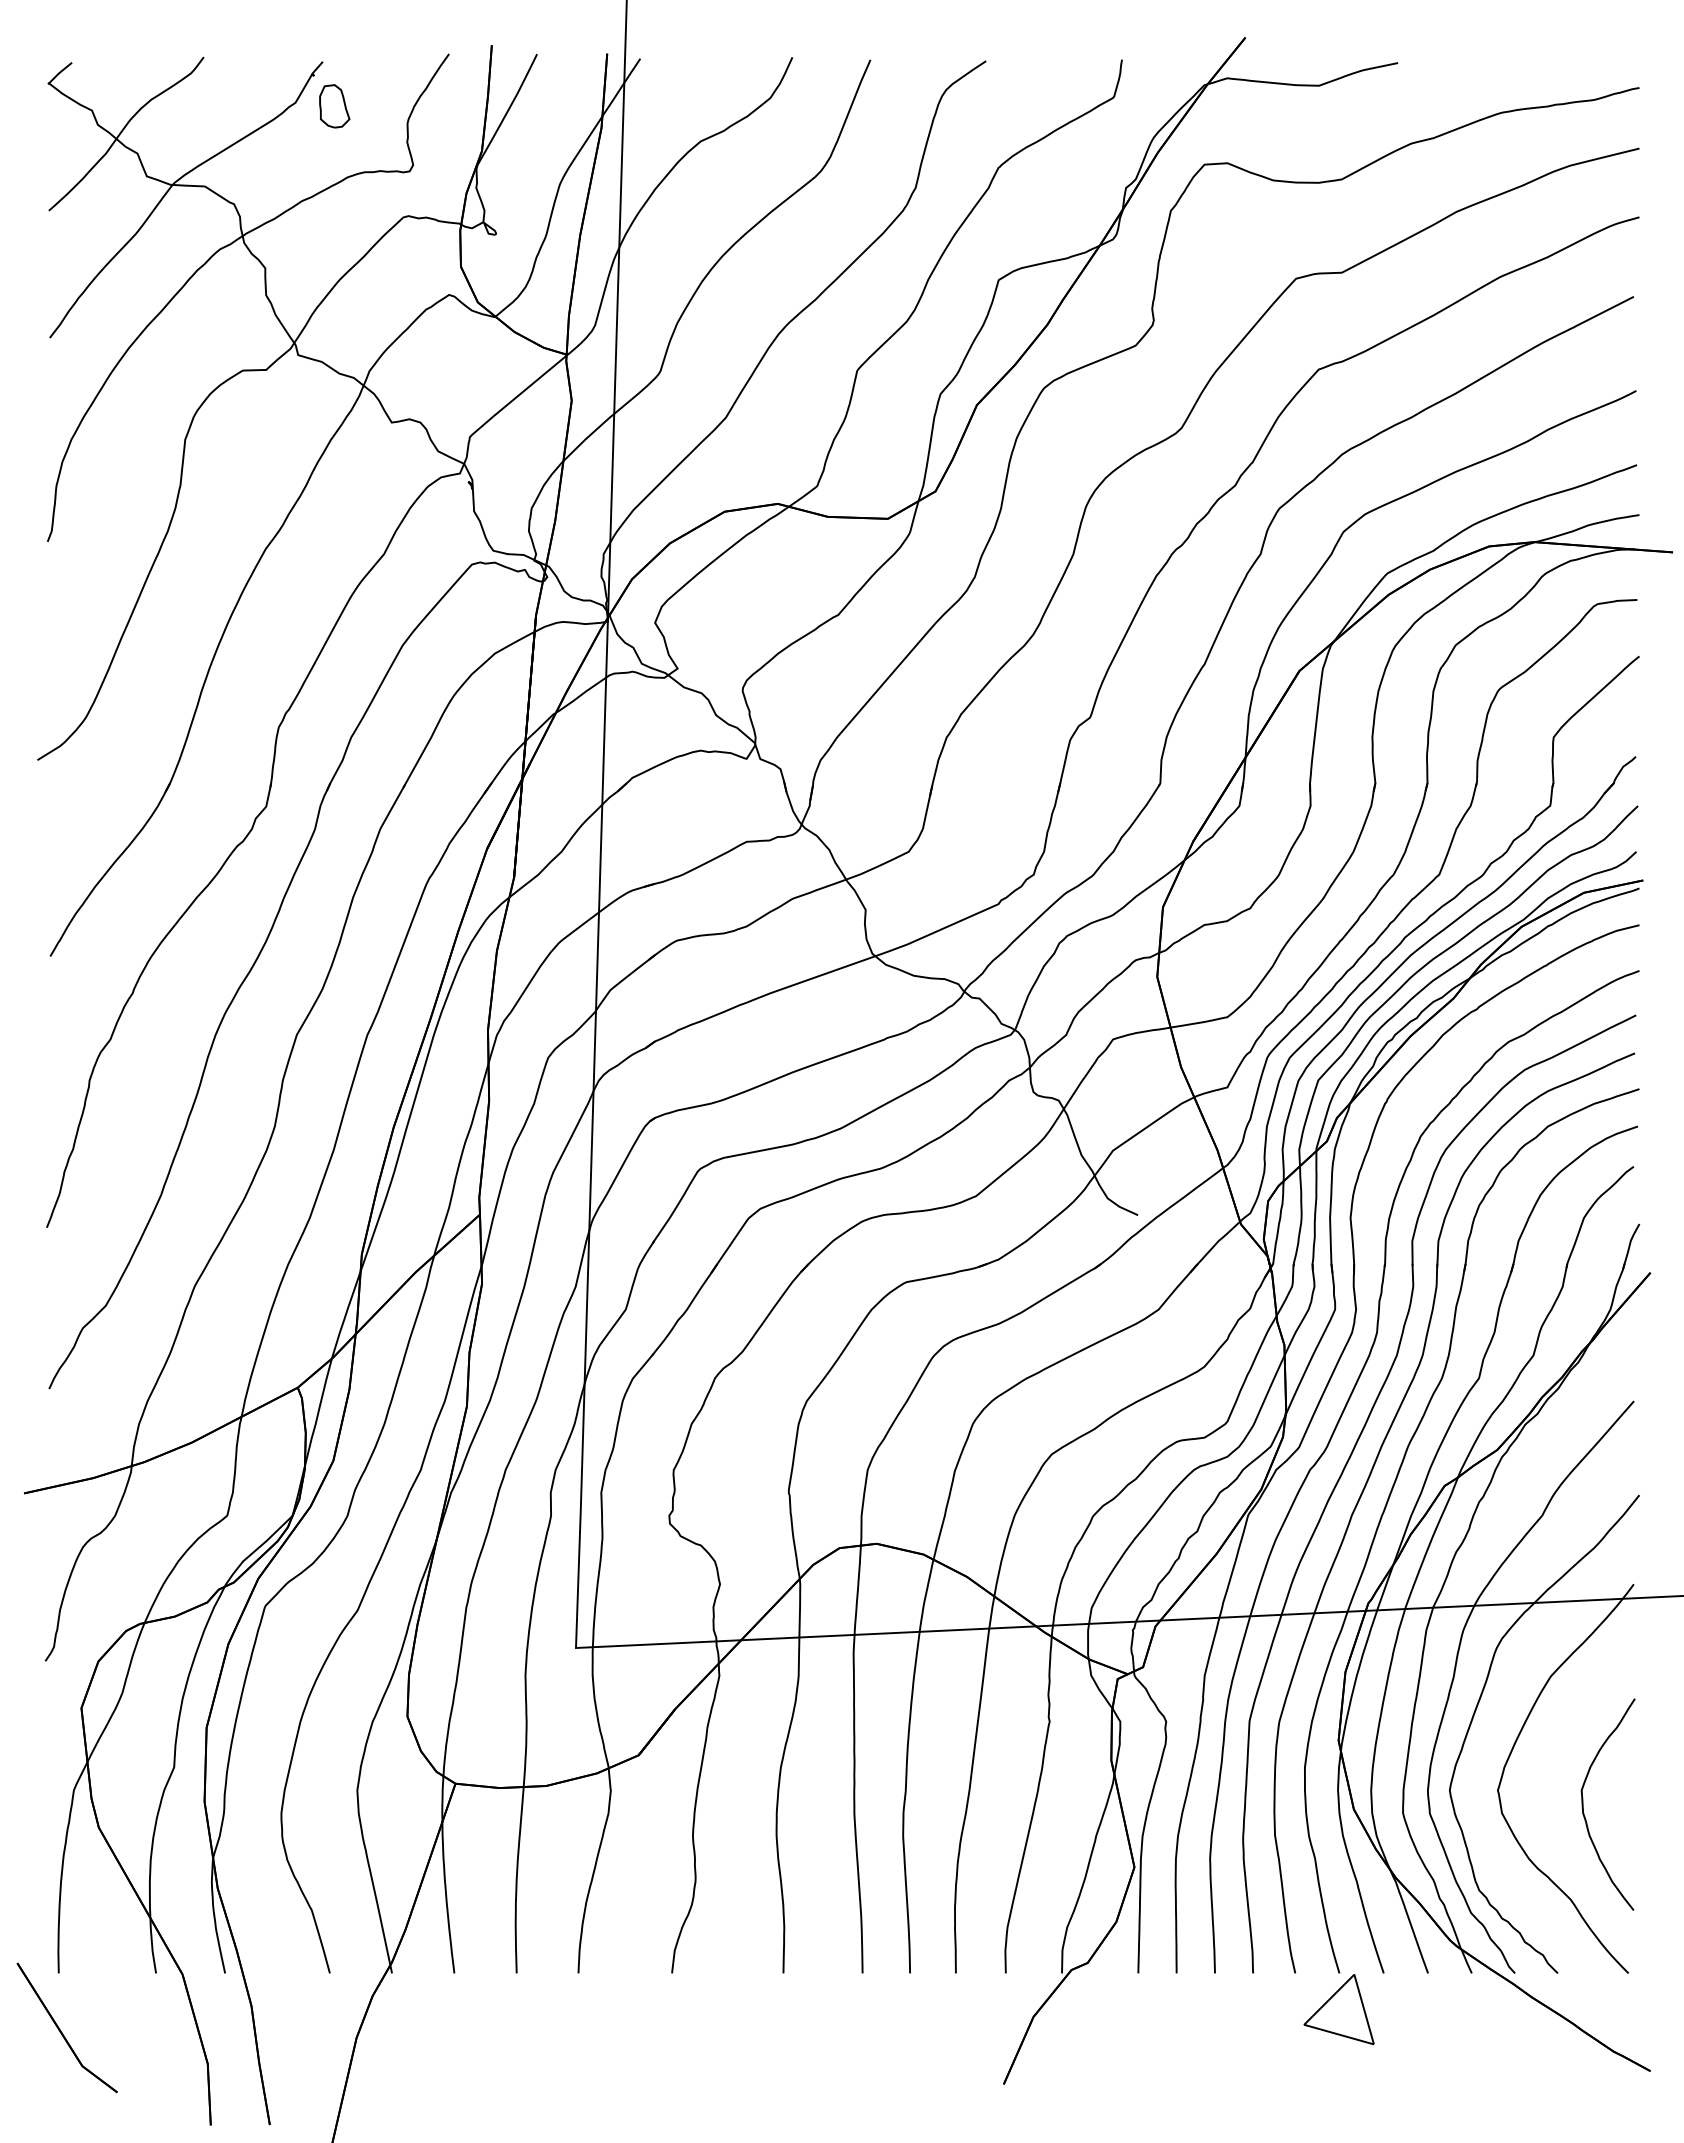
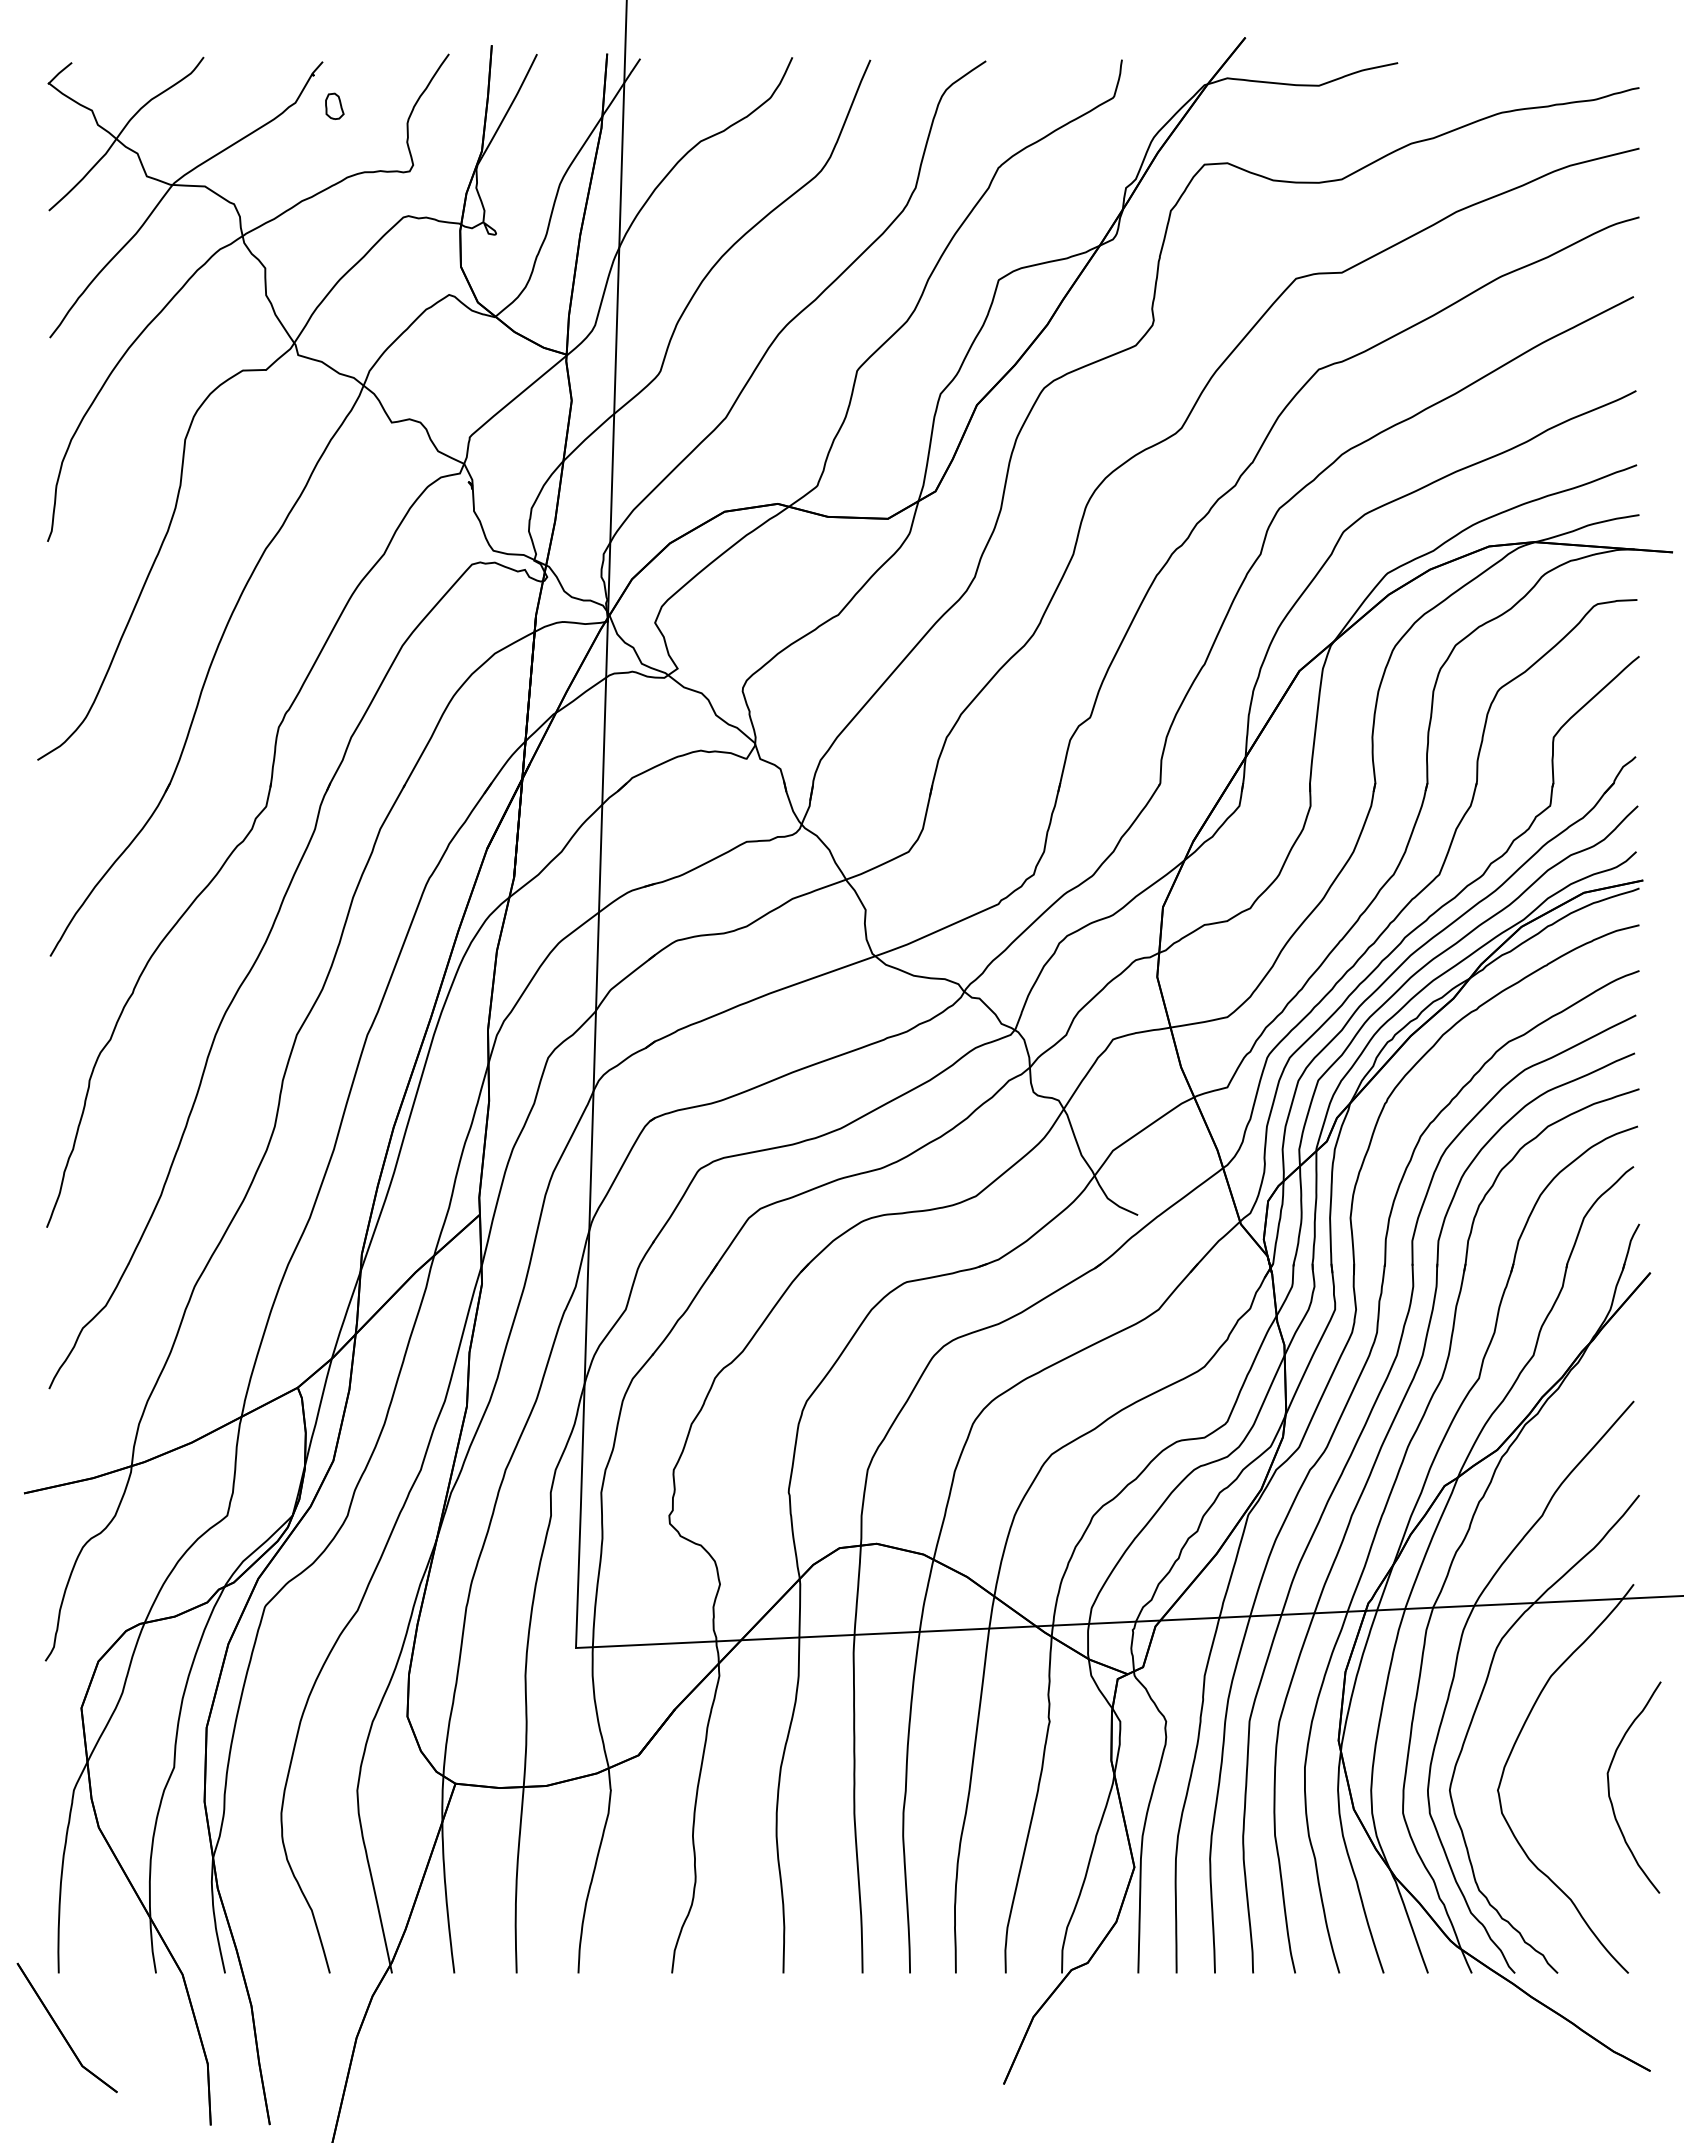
part at (334, 106) size: 32x45 px -> 20x28 px
curve at (1583, 1804) position: (1583, 1804) -> (1609, 1787)
part at (1338, 2009): present -> none
